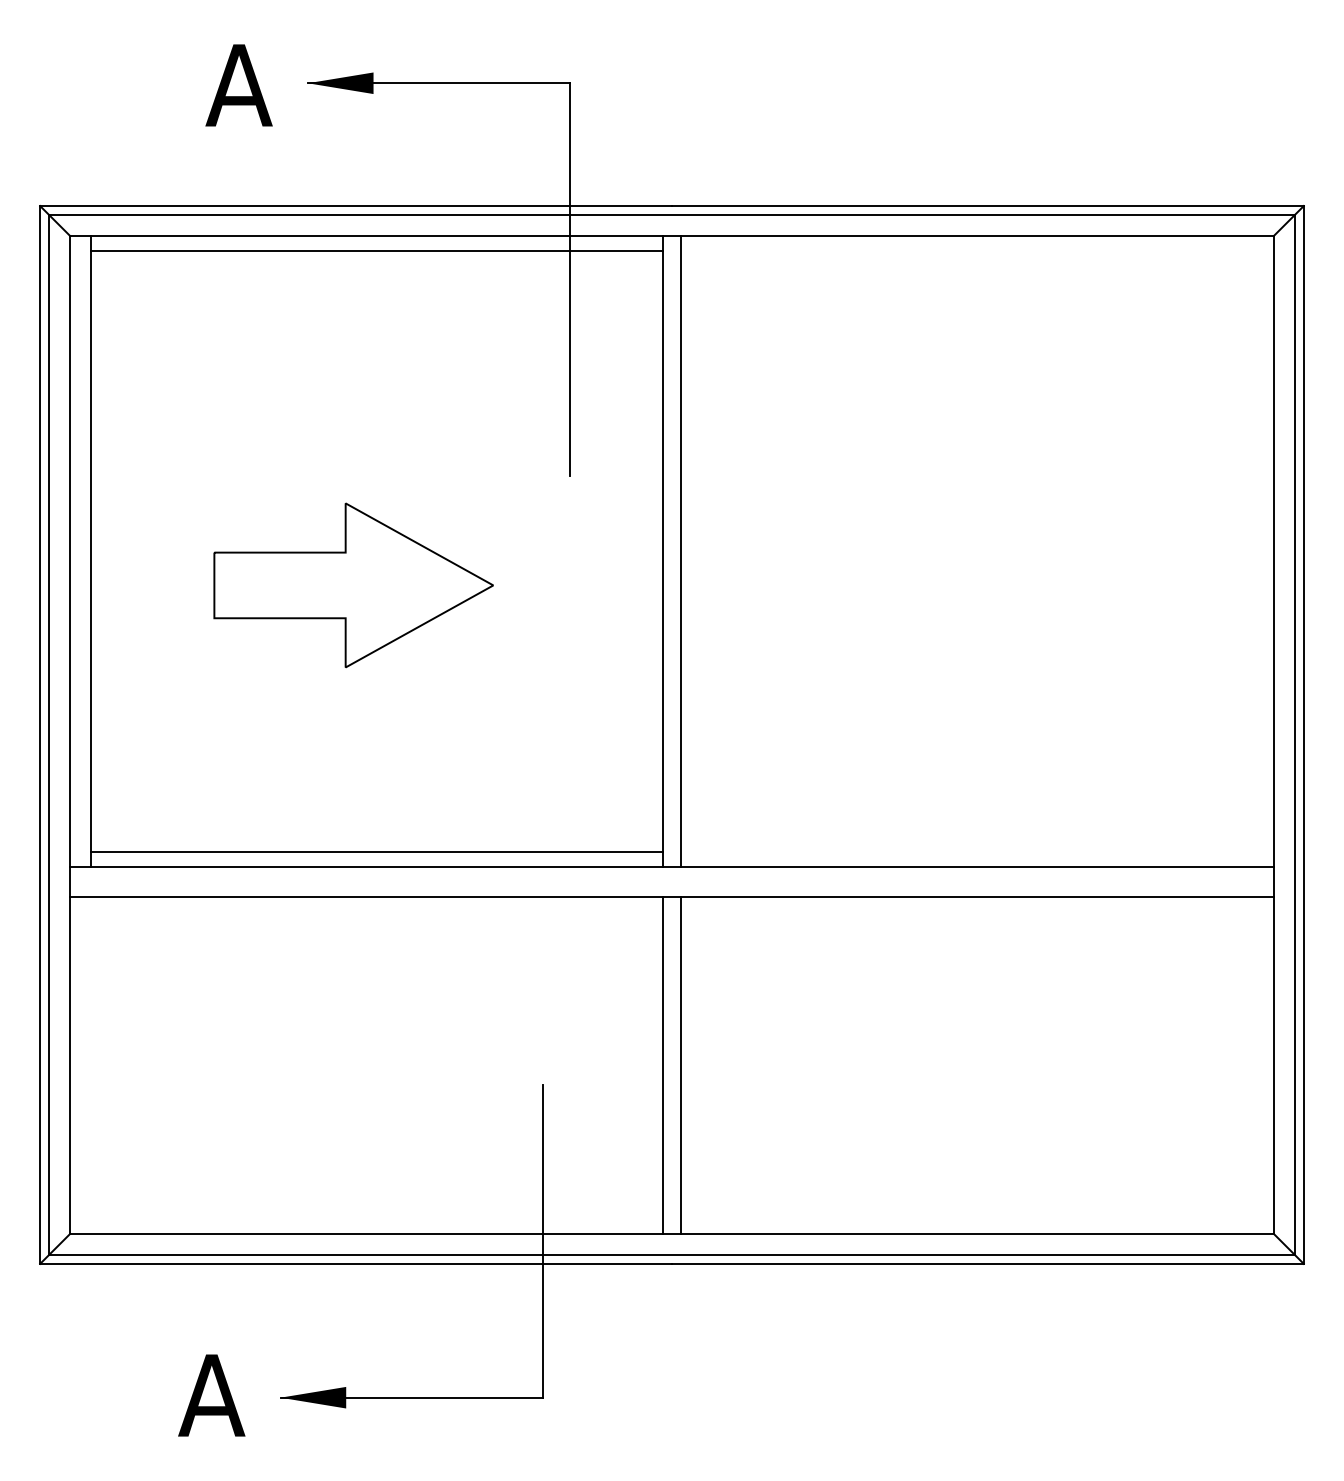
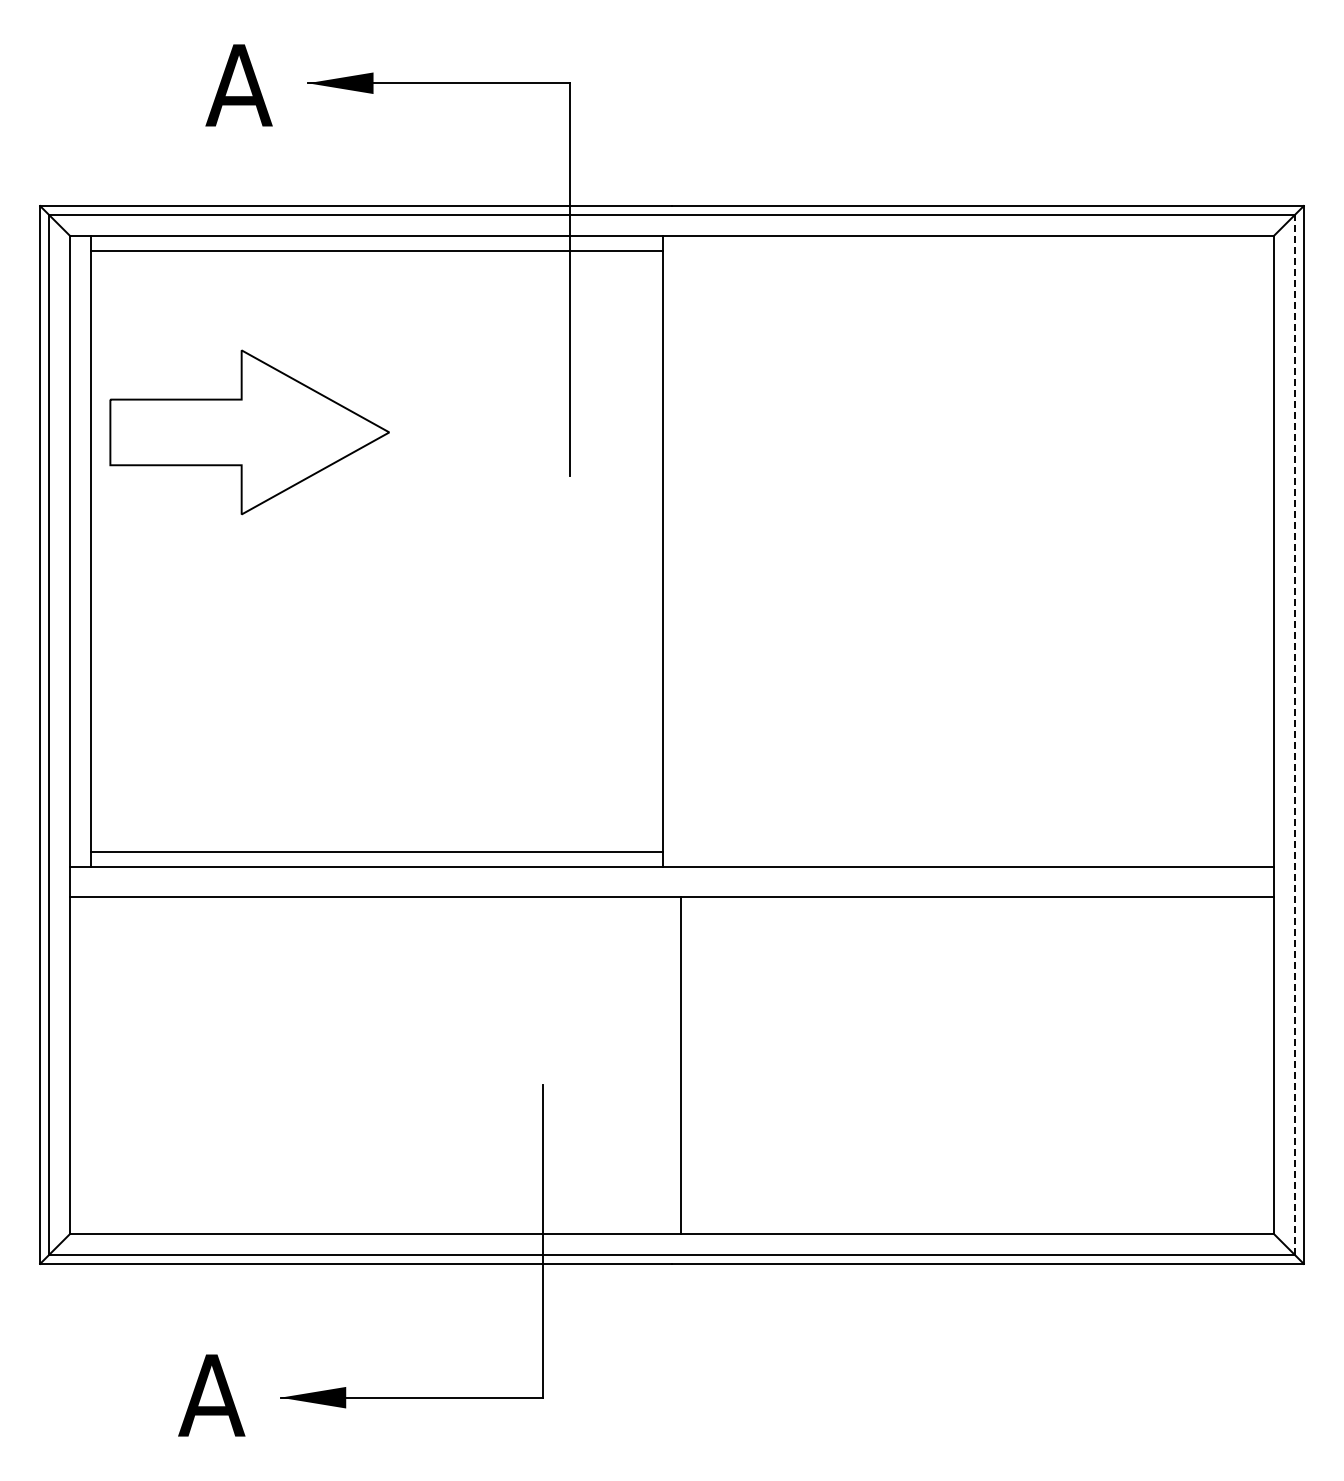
line at (681, 551): present -> none
part at (353, 585) position: (353, 585) -> (249, 432)
line at (1294, 734): solid -> dashed
line at (662, 1065): present -> none
